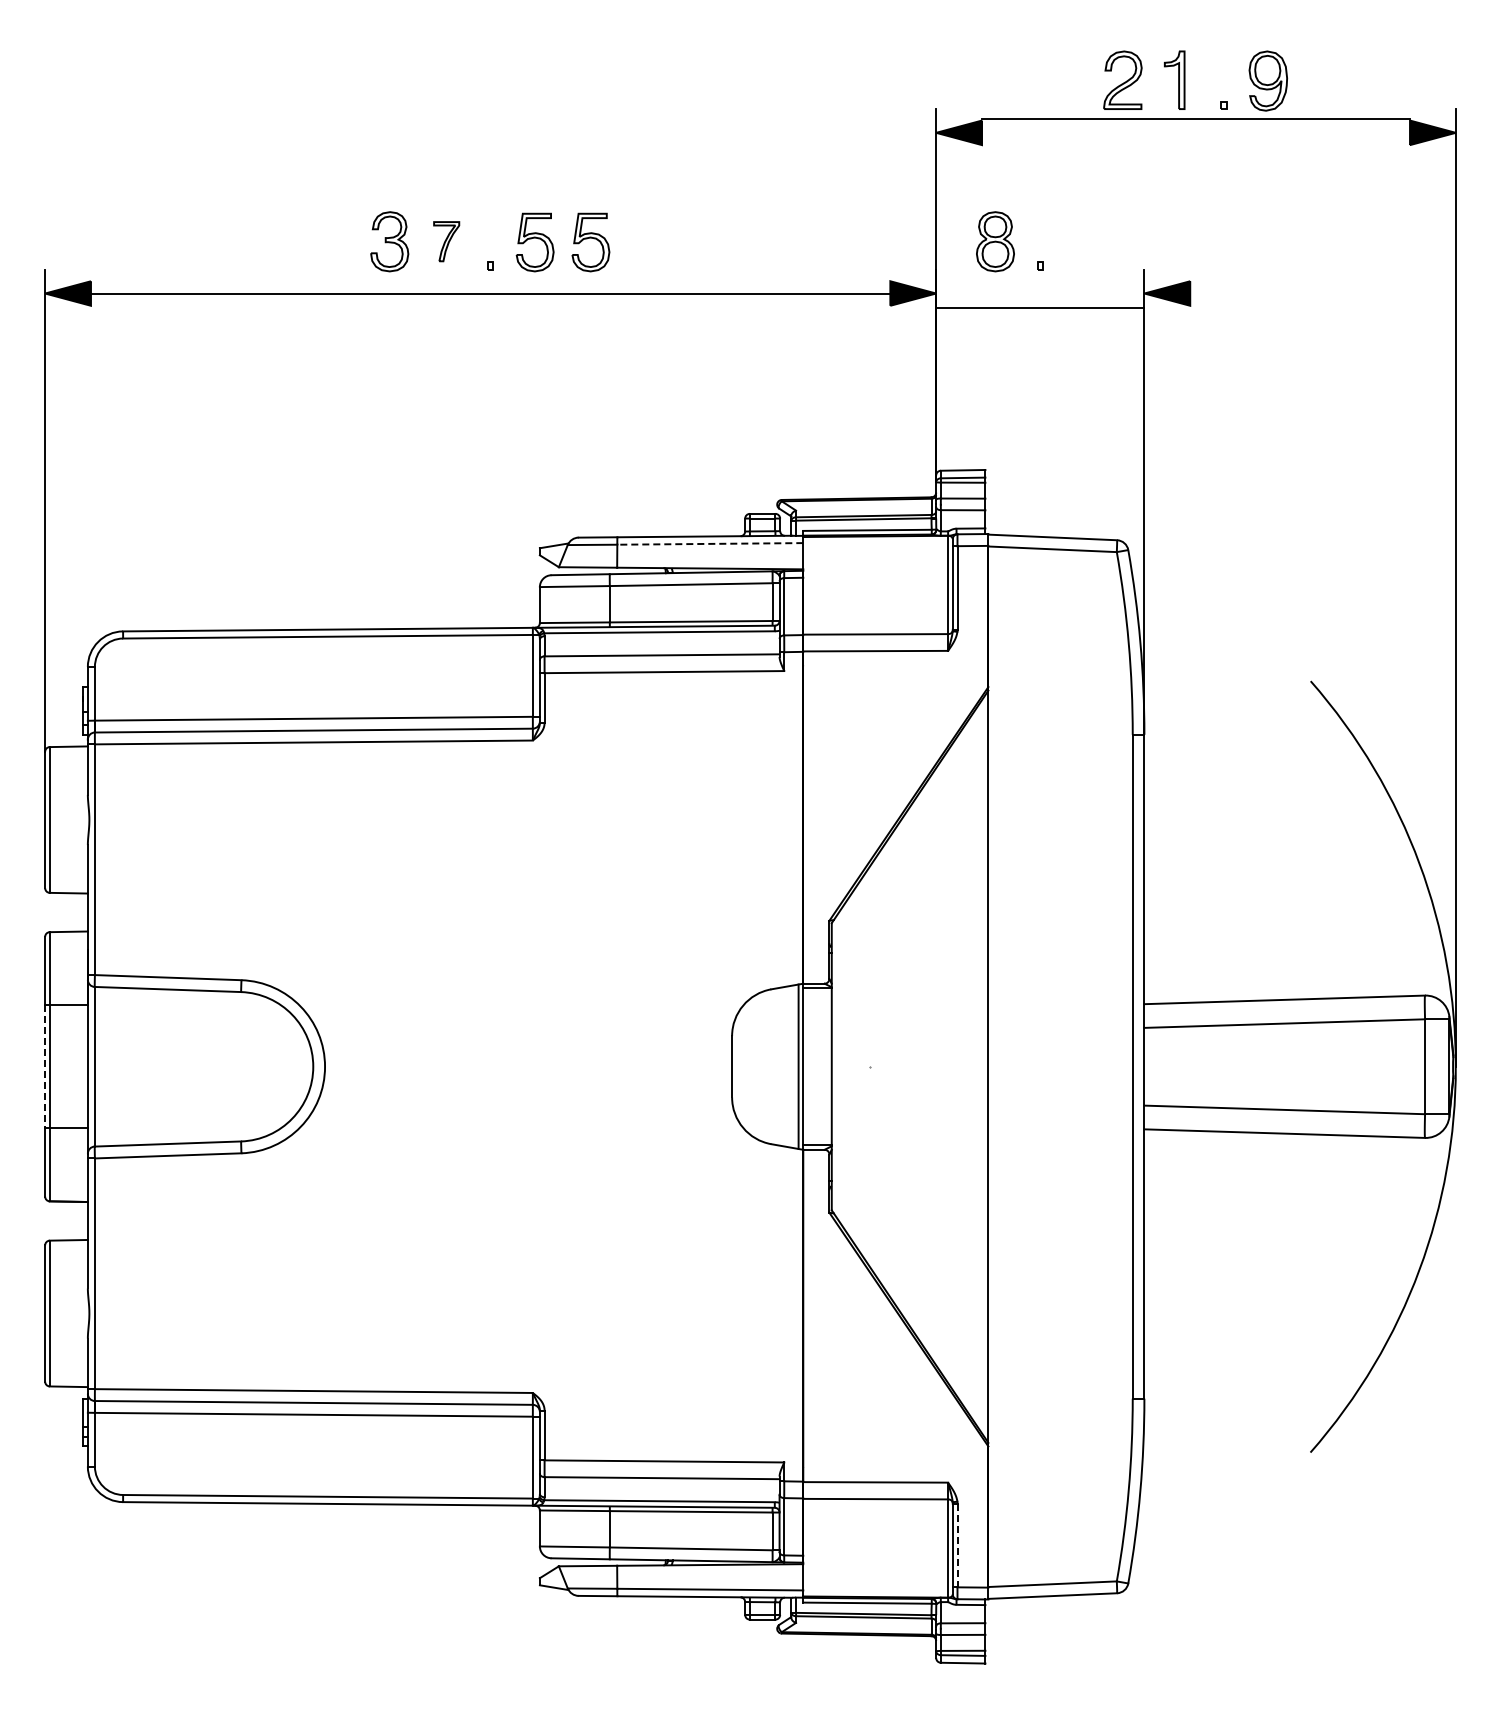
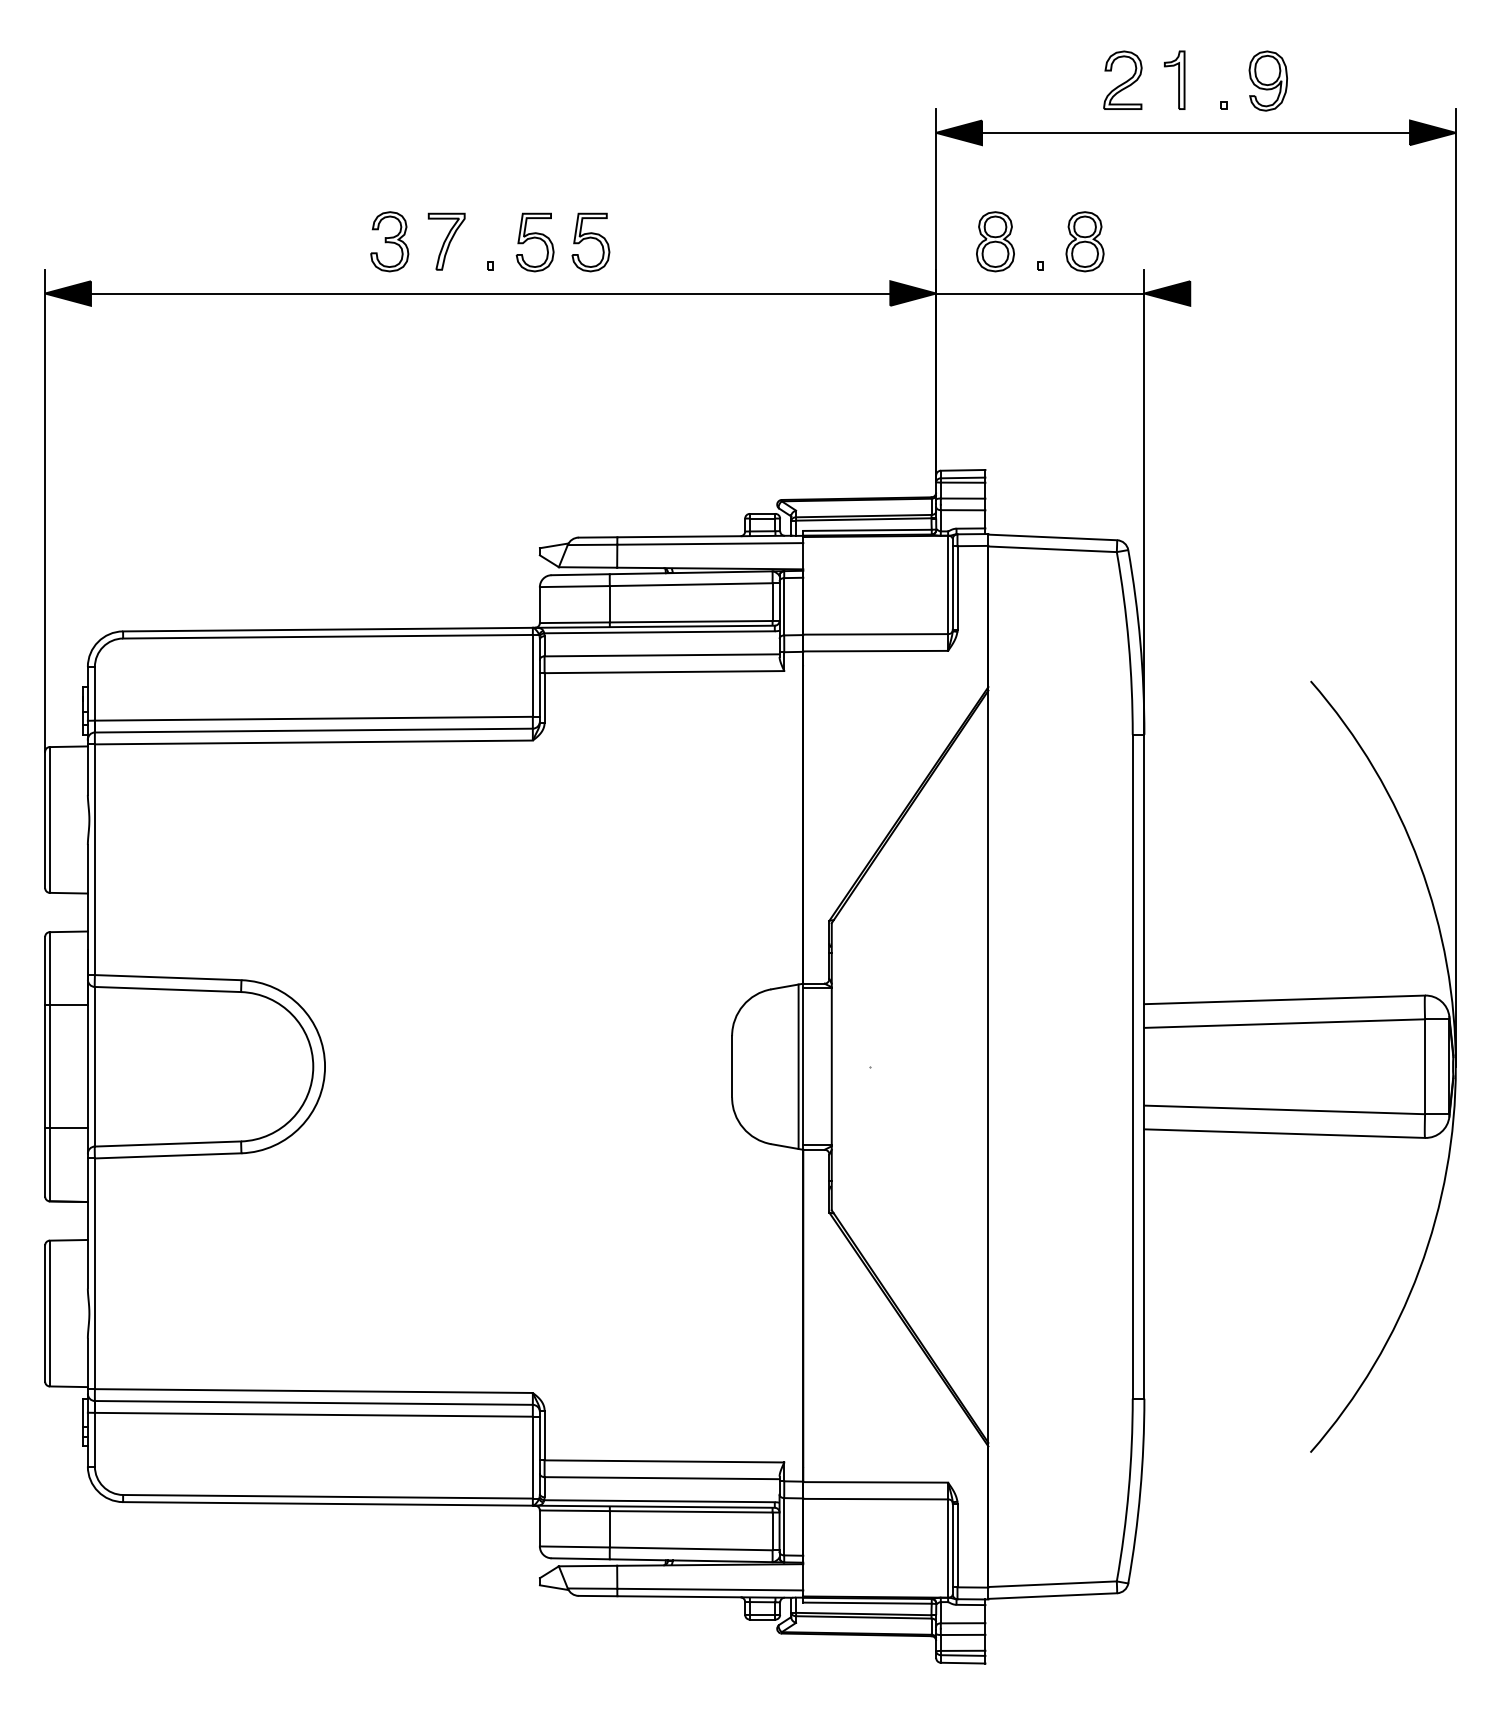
line at (1196, 118) position: (1196, 118) -> (1196, 132)
part at (446, 241) size: 28x42 px -> 39x59 px
part at (1084, 241): none -> present
line at (1040, 307) position: (1040, 307) -> (1040, 293)
line at (710, 543): dashed -> solid
line at (45, 1066): dashed -> solid
line at (957, 1545): dashed -> solid
